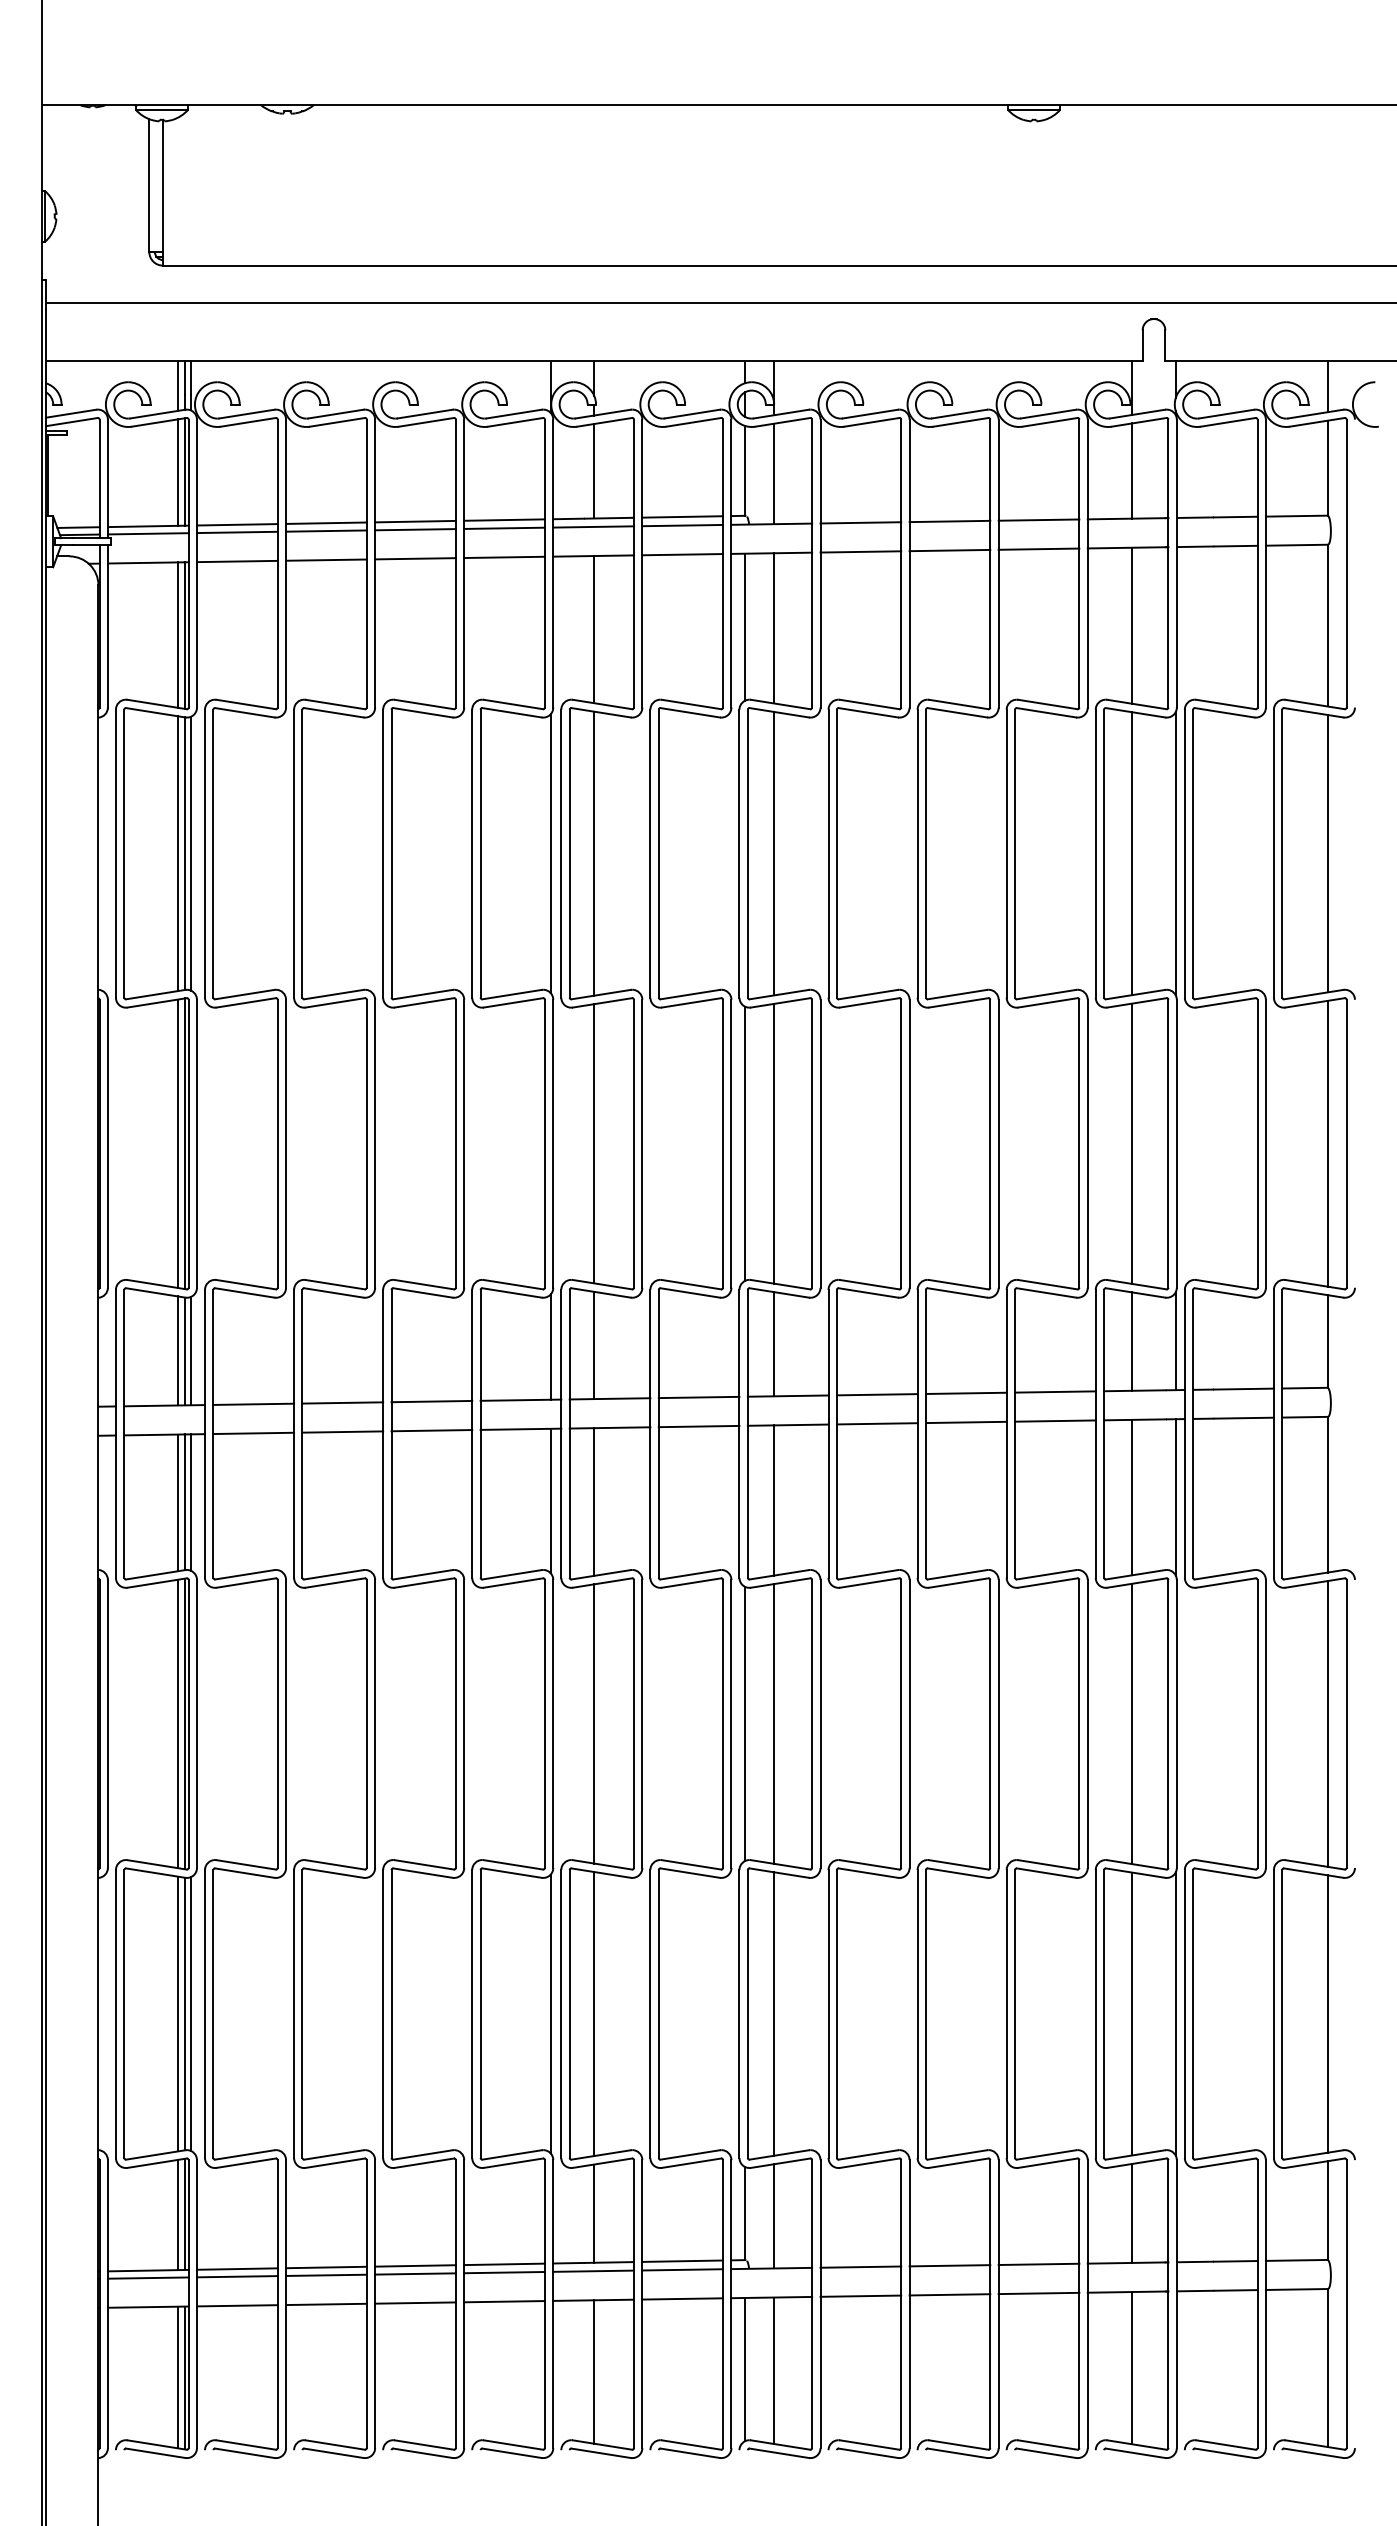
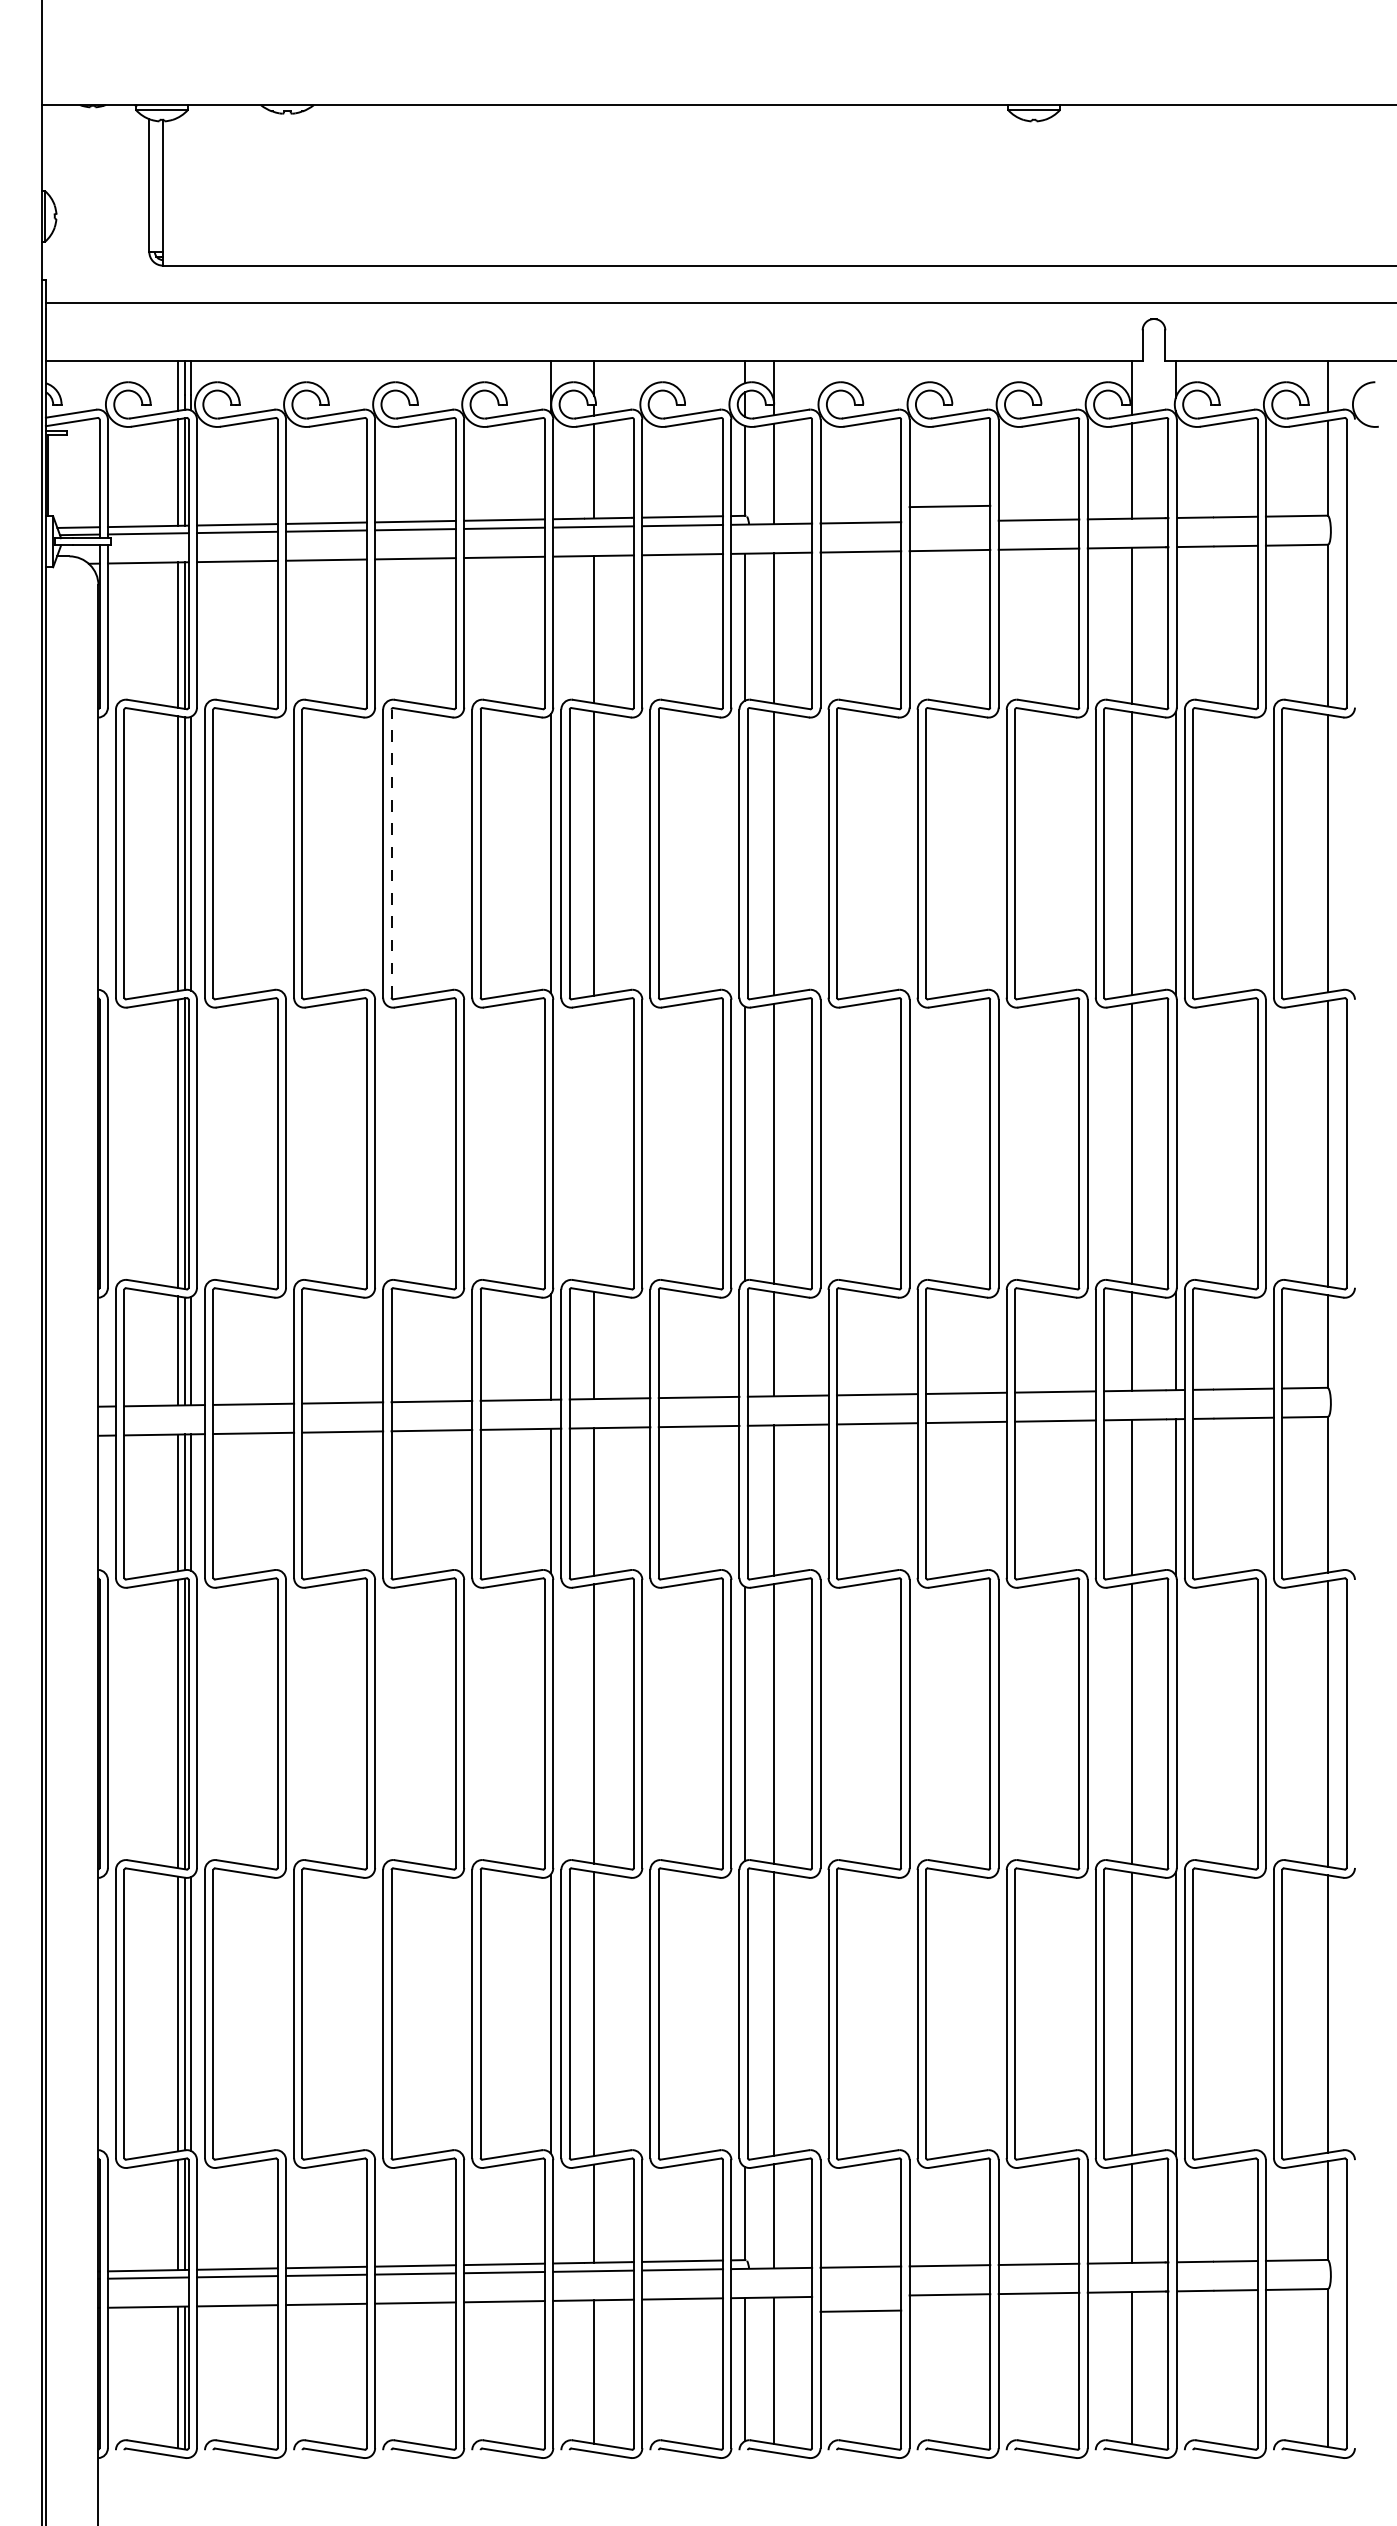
line at (949, 521) position: (949, 521) -> (949, 506)
line at (391, 853): solid -> dashed
line at (594, 1143): present -> none
line at (860, 2295) position: (860, 2295) -> (860, 2310)
